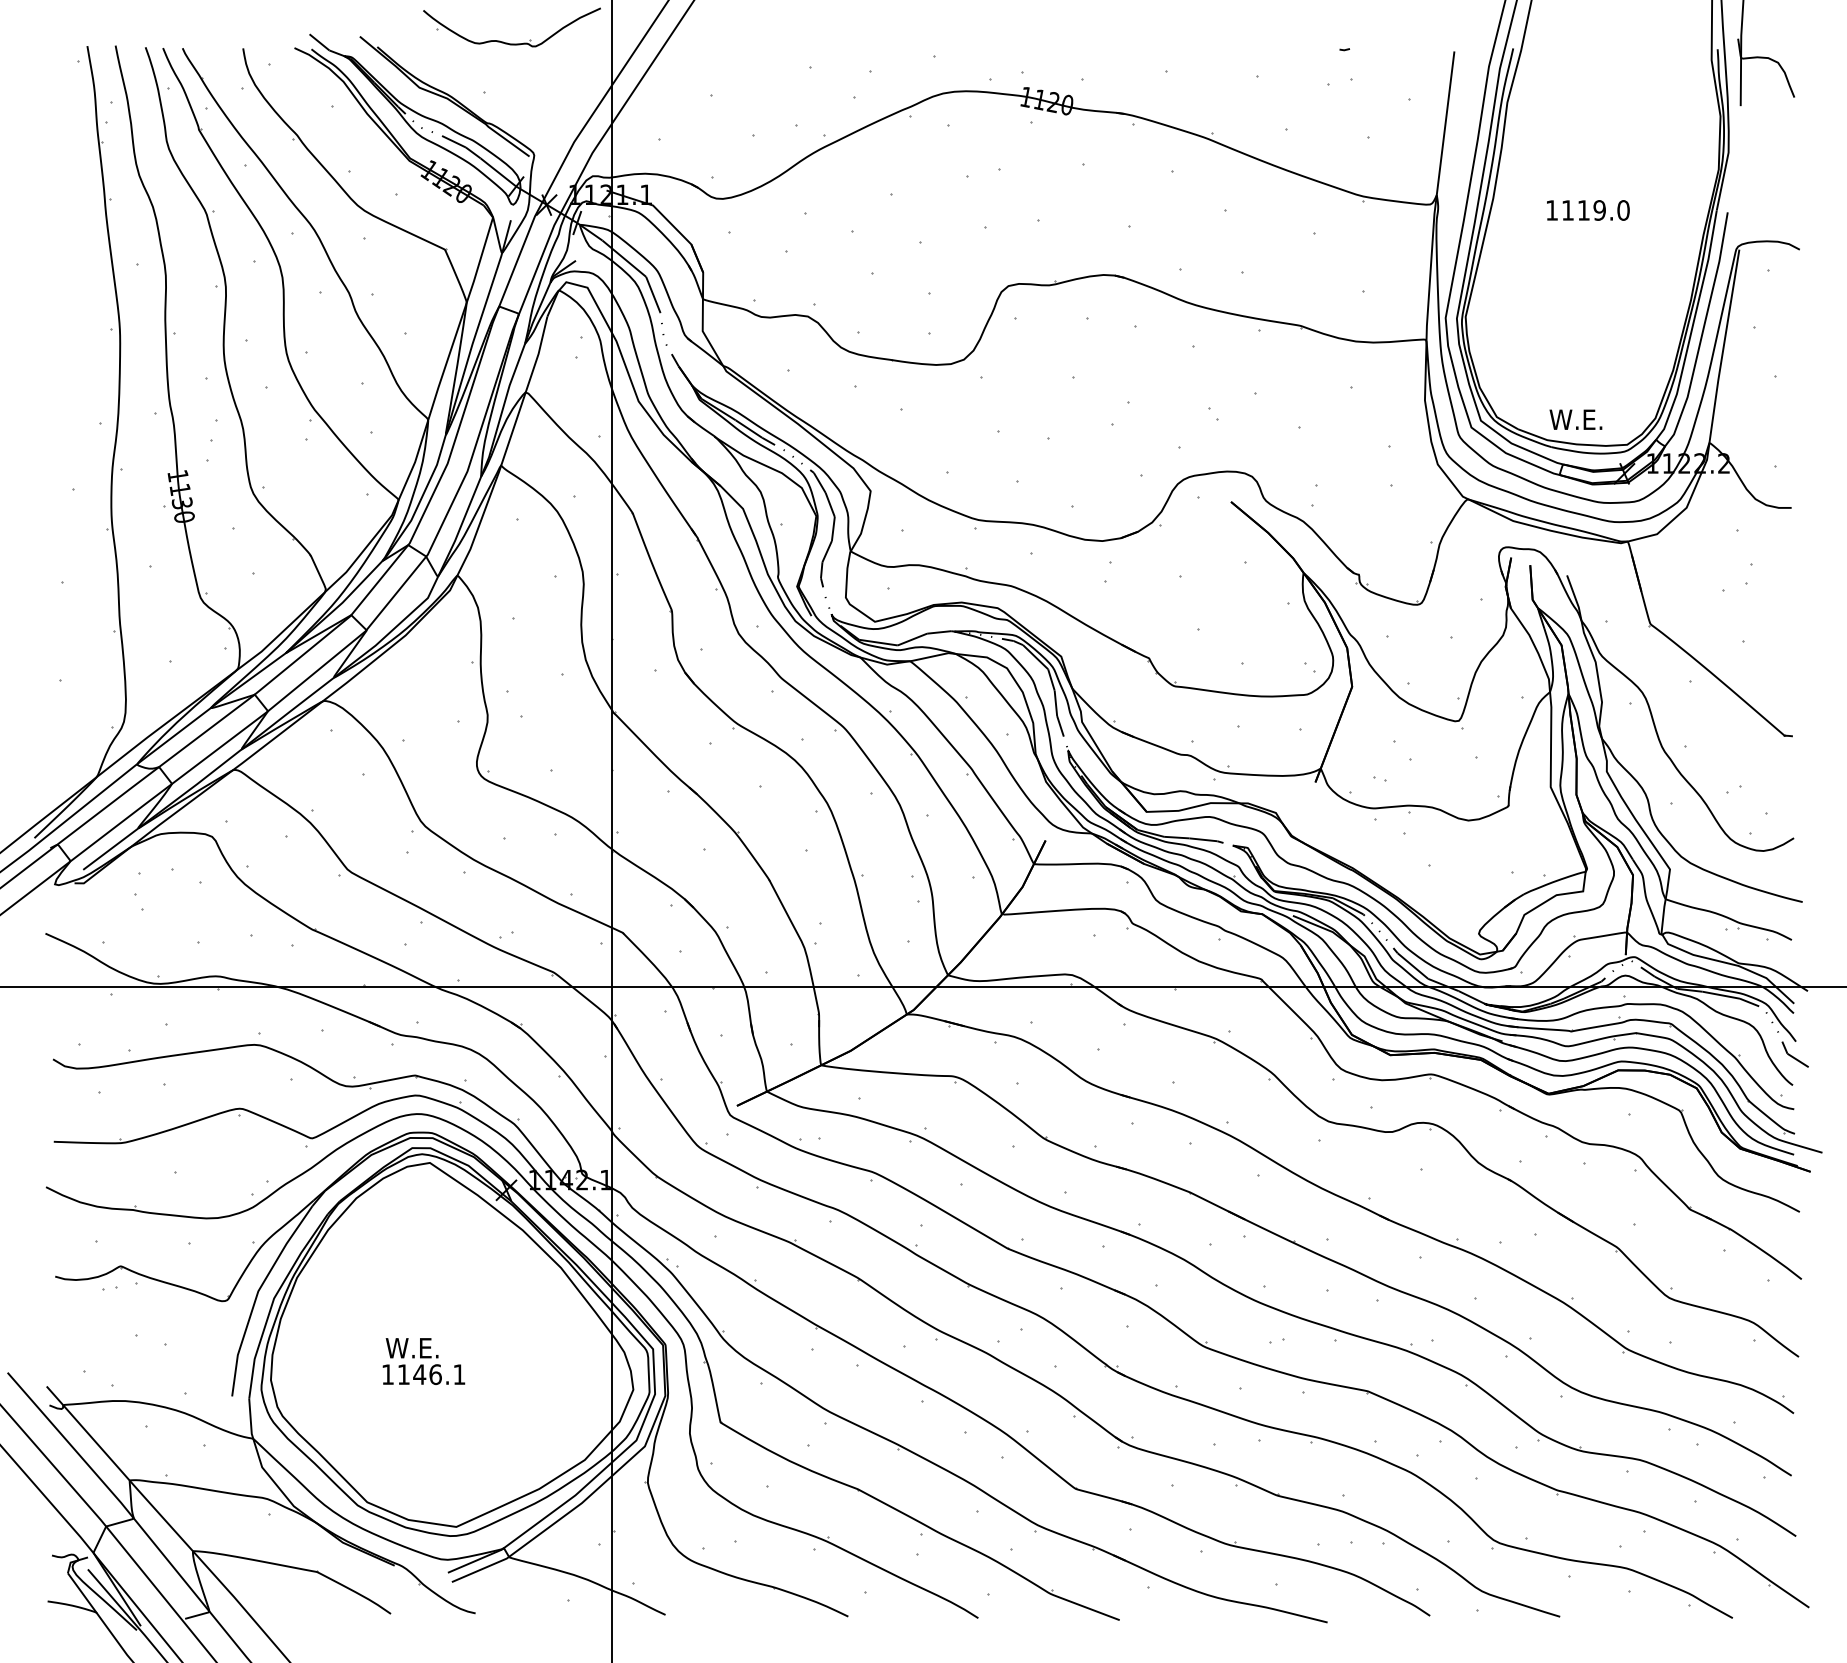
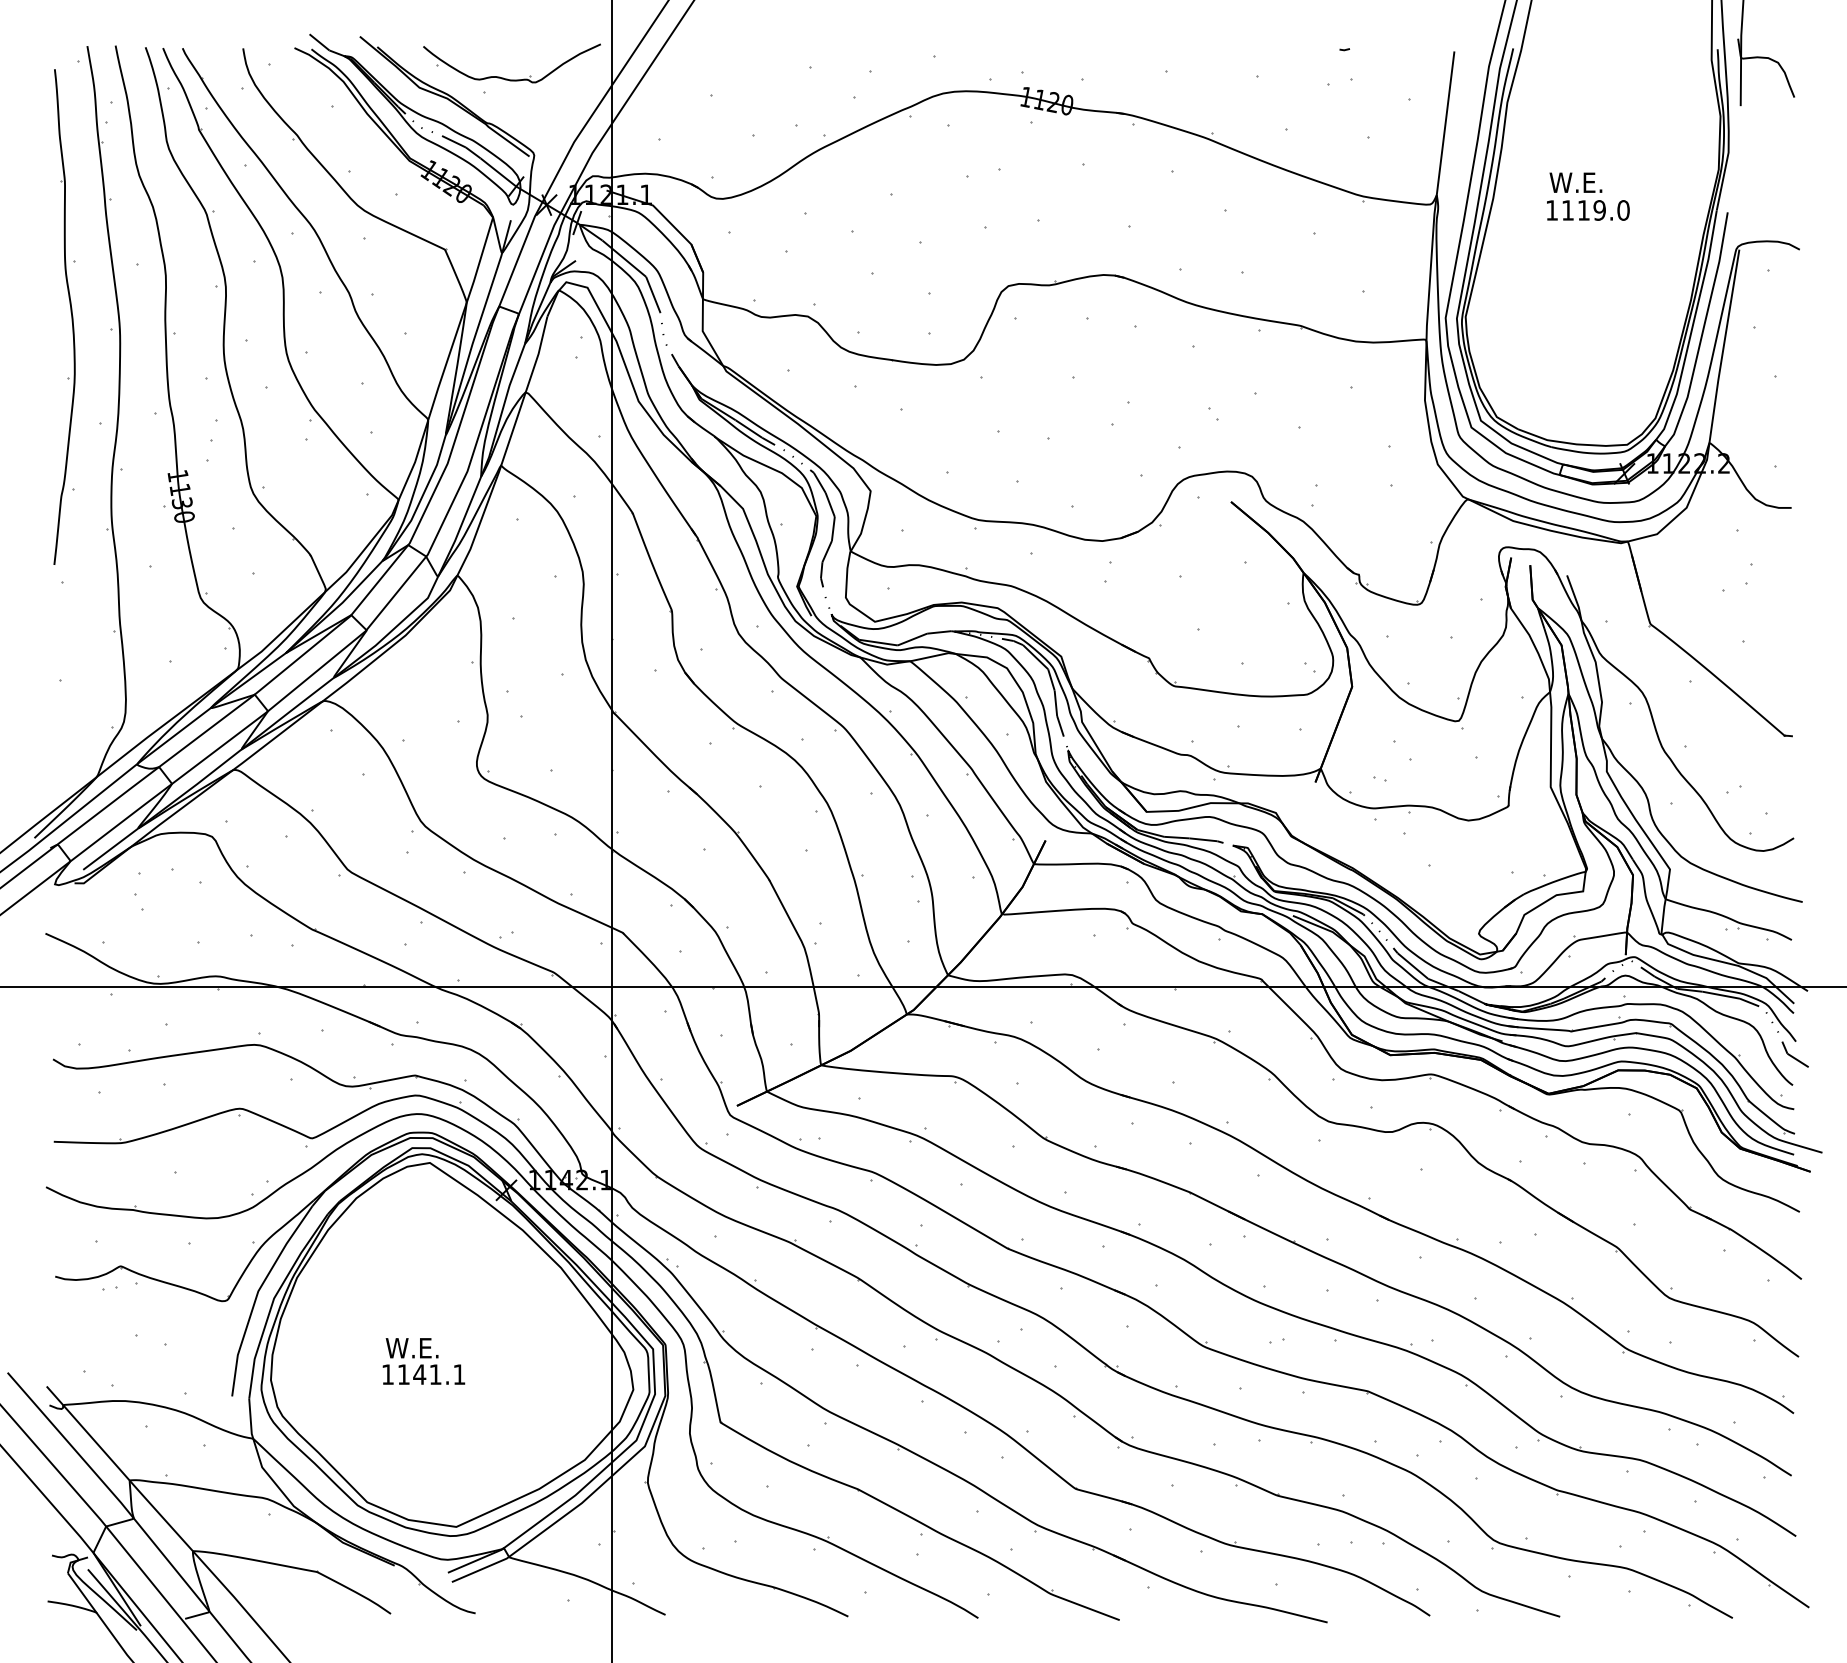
part at (507, 42) position: (507, 42) -> (507, 78)
part at (71, 316): none -> present
text at (1575, 419) position: (1575, 419) -> (1575, 182)
text at (435, 1374): 1146.1 -> 1141.1
